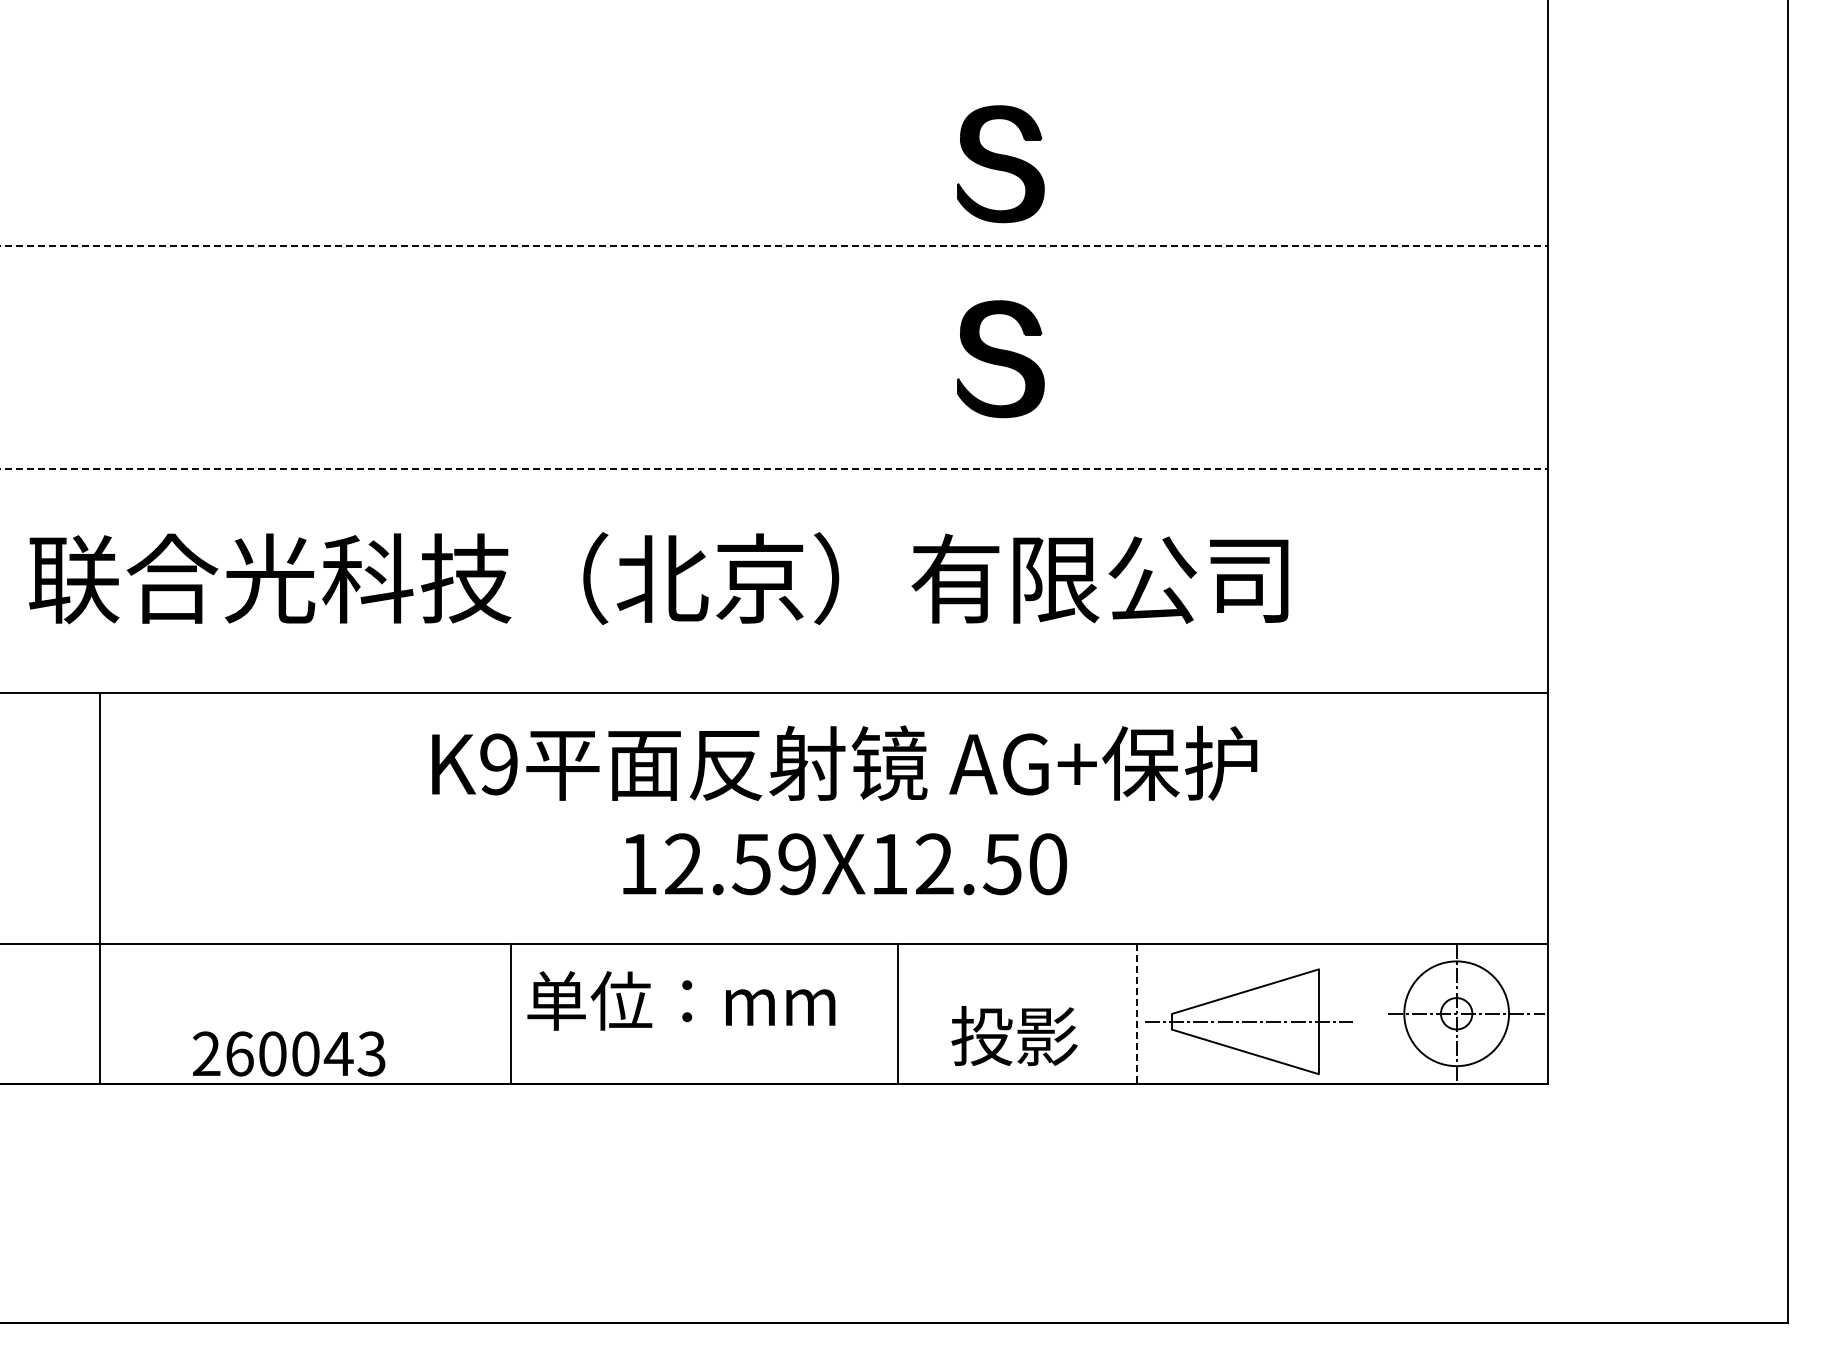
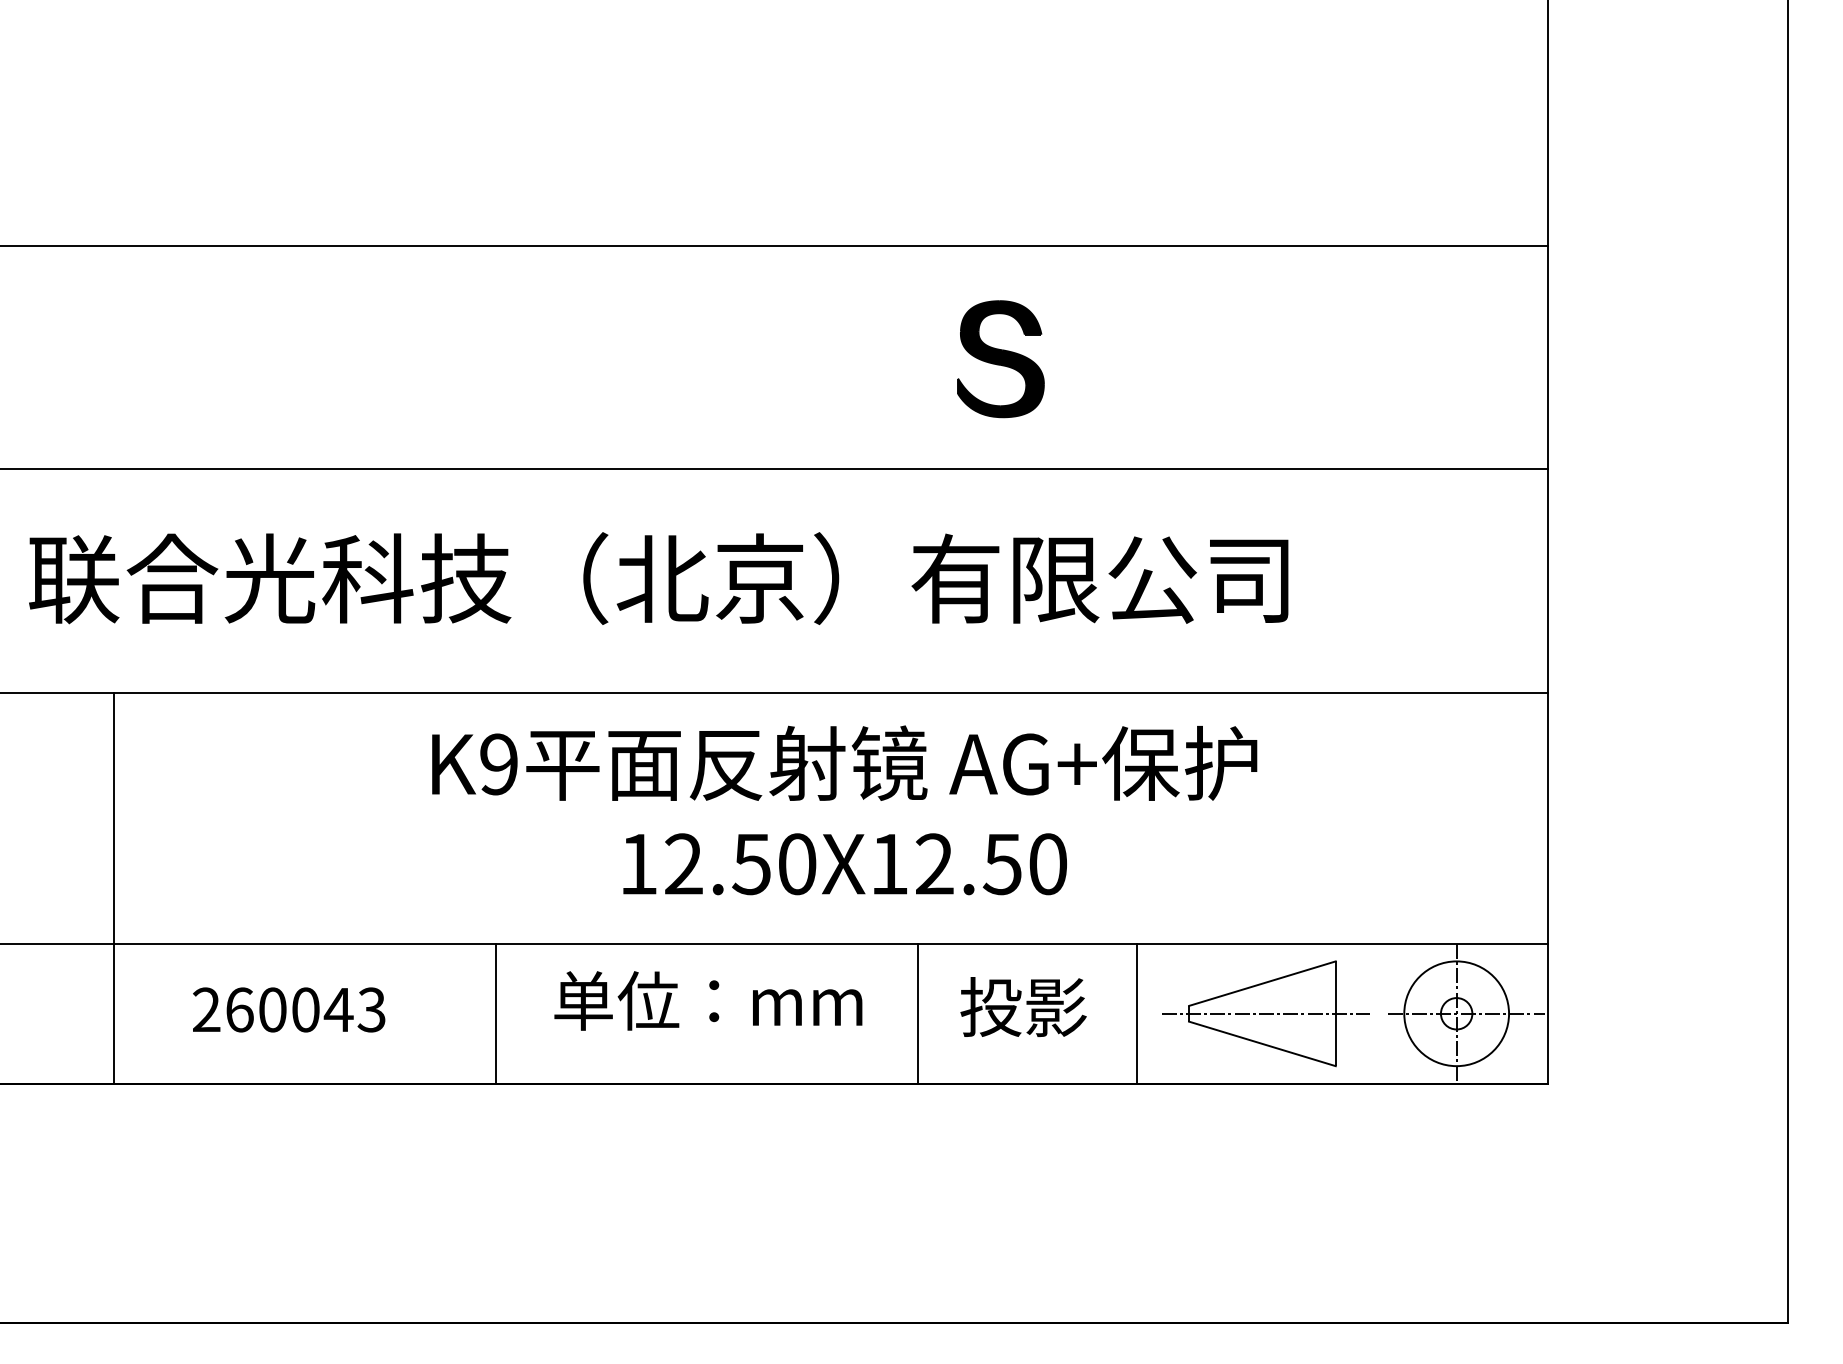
part at (1000, 164): present -> none
line at (774, 245): dashed -> solid
line at (774, 469): dashed -> solid
text at (797, 864): ^J12.59X12.50 -> ^J12.50X12.50
line at (99, 887) position: (99, 887) -> (113, 887)
text at (681, 1000) position: (681, 1000) -> (708, 1000)
line at (510, 1013) position: (510, 1013) -> (495, 1013)
line at (897, 1013) position: (897, 1013) -> (917, 1013)
line at (1136, 1013): dashed -> solid
part at (1248, 1021) position: (1248, 1021) -> (1265, 1013)
text at (1014, 1035) position: (1014, 1035) -> (1023, 1006)
text at (289, 1053) position: (289, 1053) -> (289, 1009)
